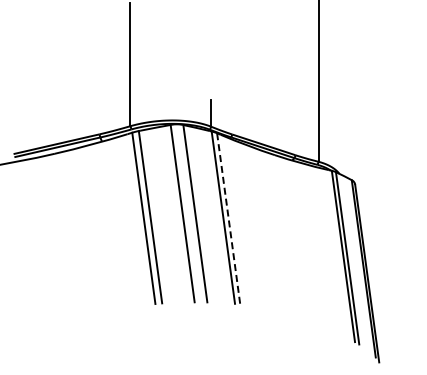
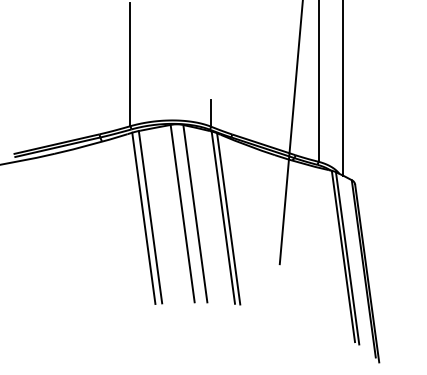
line at (343, 88): none -> present
line at (290, 133): none -> present
line at (228, 219): dashed -> solid
